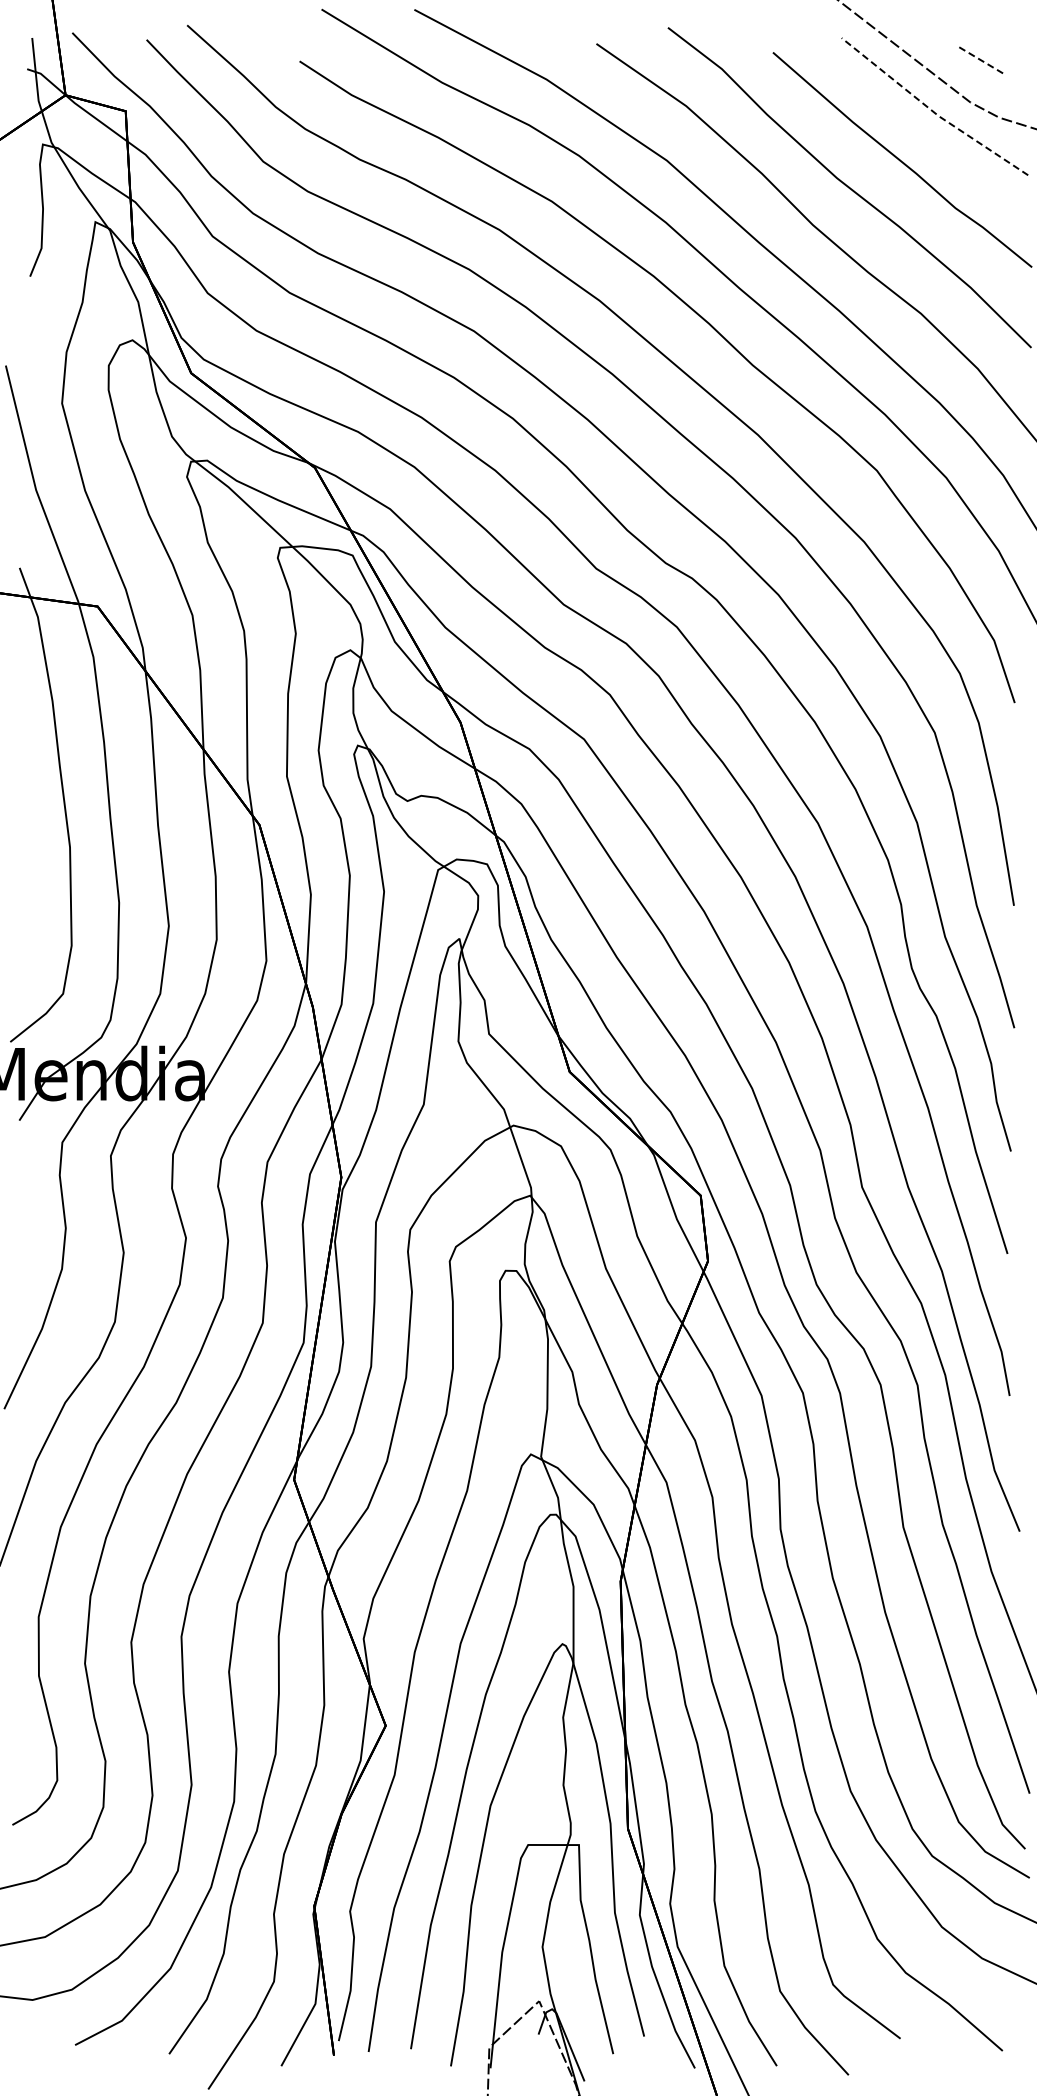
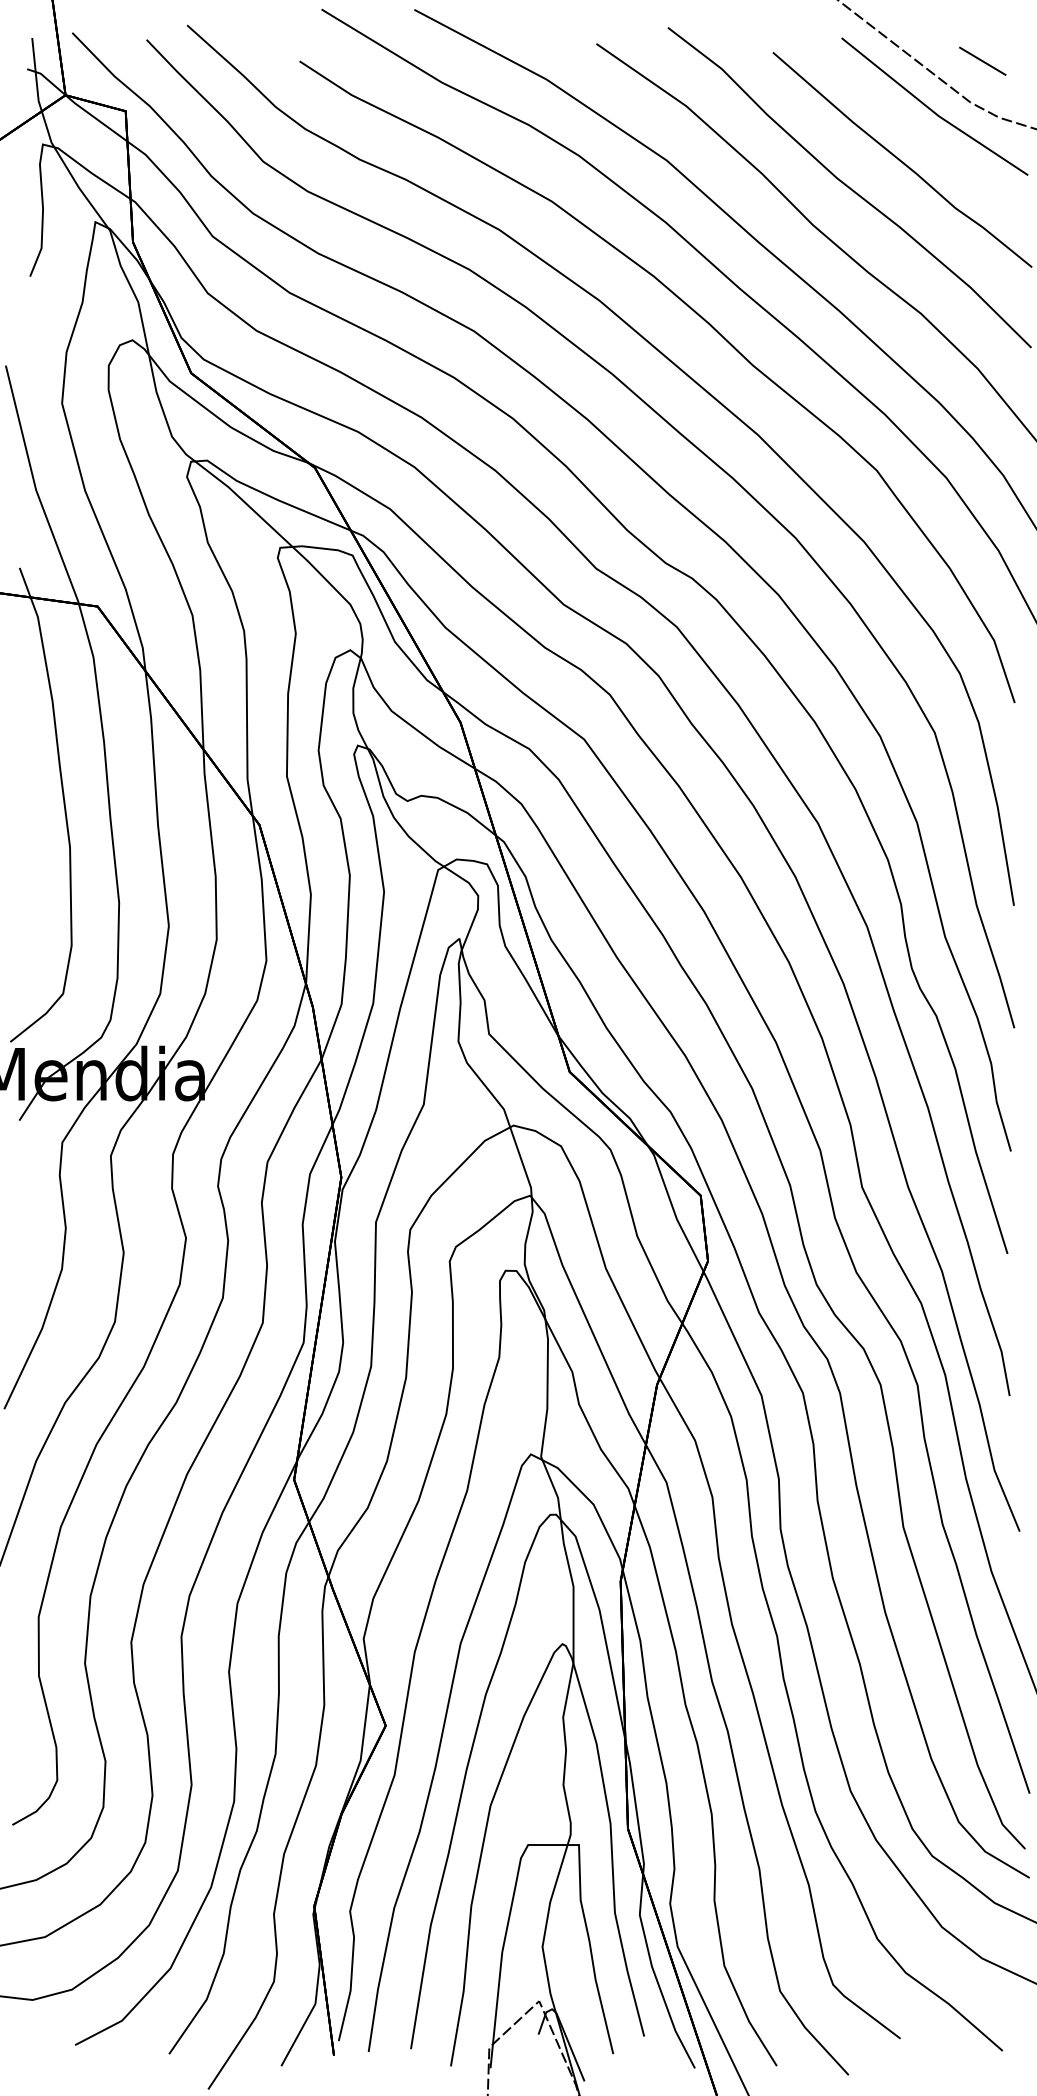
line at (983, 61): dashed -> solid
line at (932, 111): dashed -> solid
